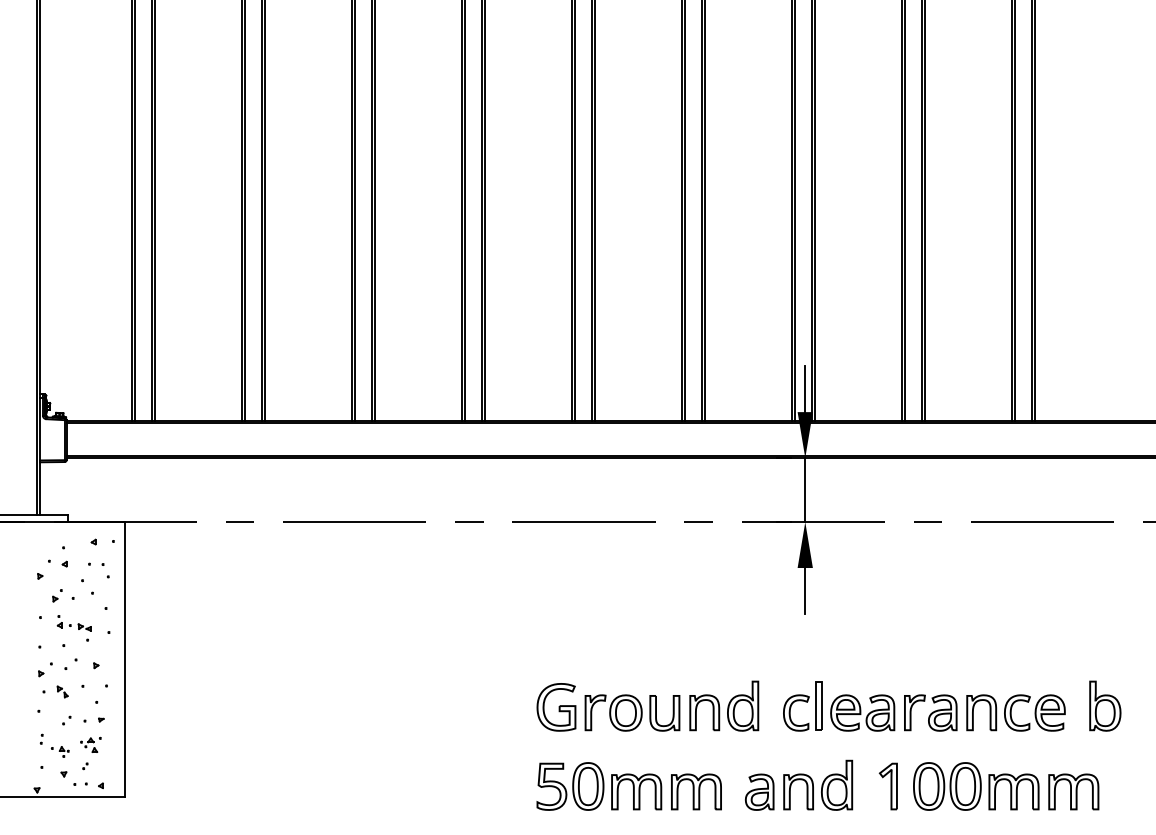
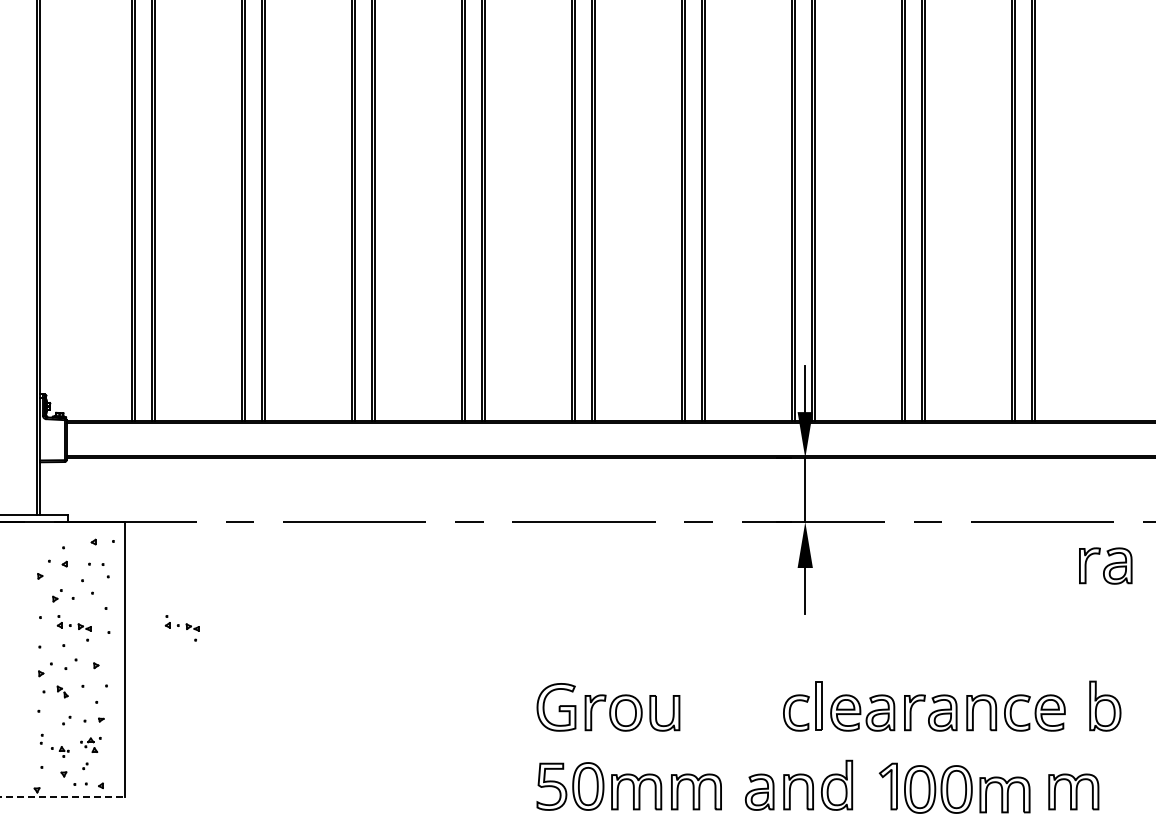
part at (1105, 565): none -> present
part at (181, 628): none -> present
part at (724, 705): present -> none
part at (976, 786) position: (976, 786) -> (967, 789)
line at (63, 797): solid -> dashed
